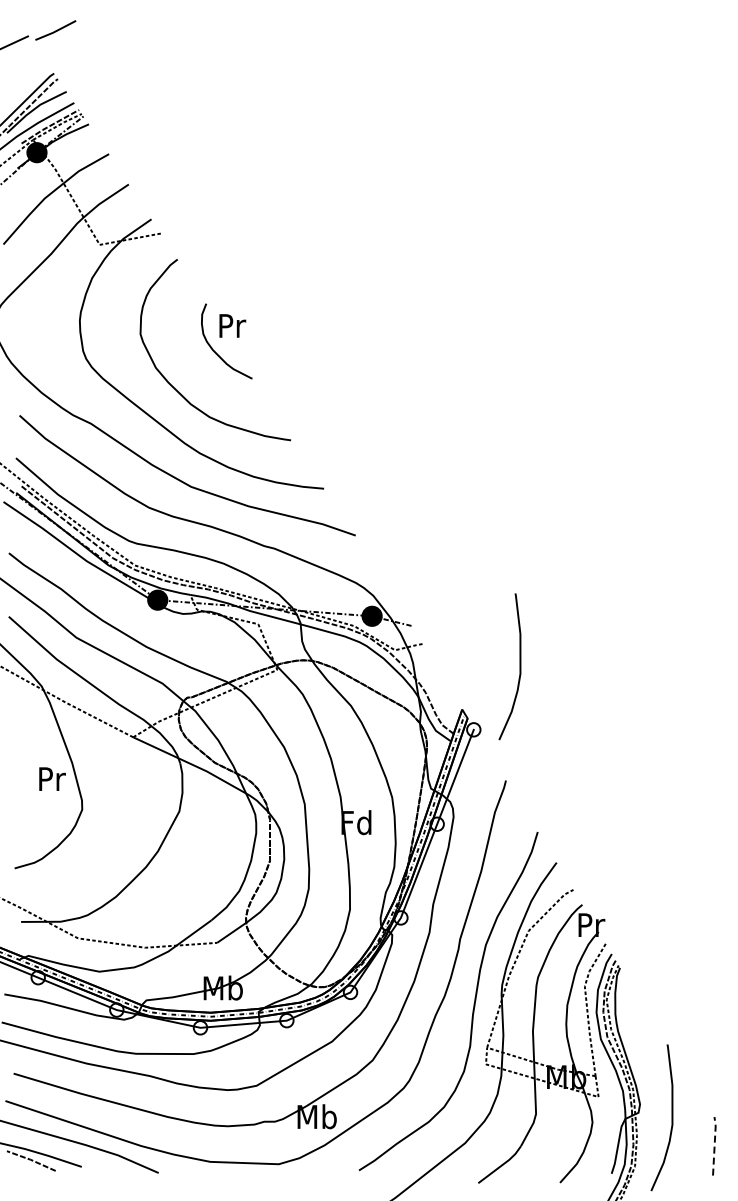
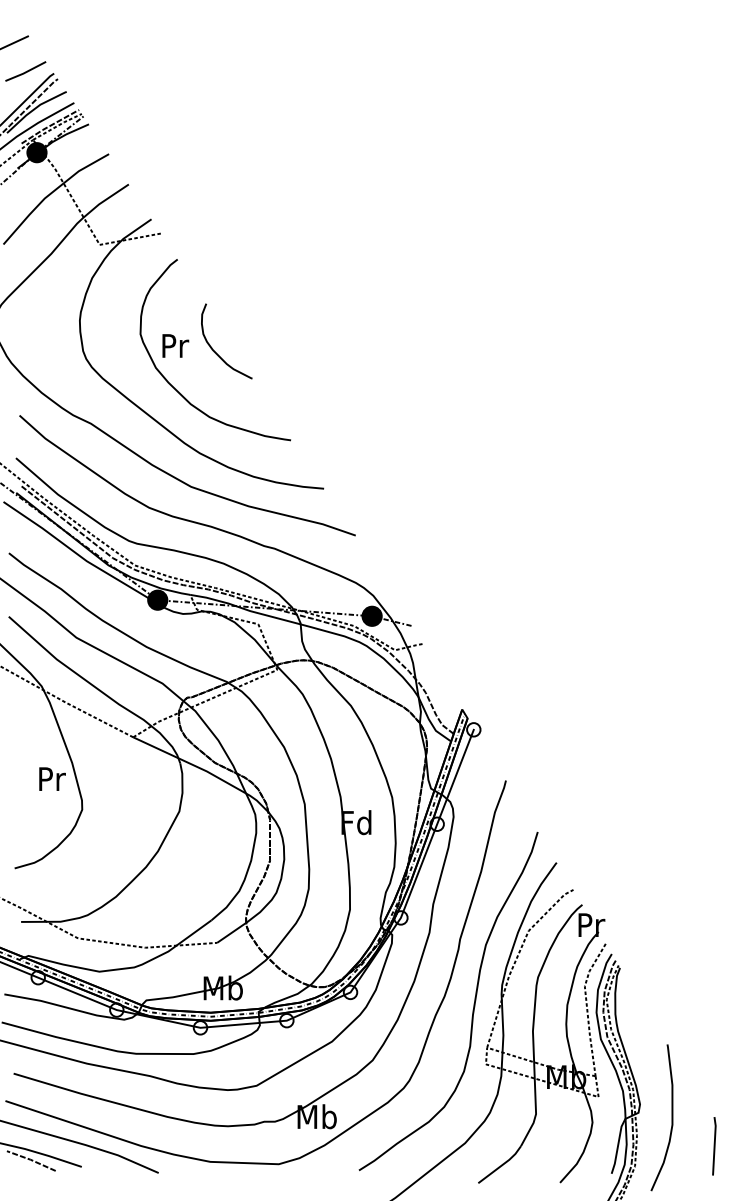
line at (55, 30) position: (55, 30) -> (25, 71)
text at (232, 325) position: (232, 325) -> (175, 345)
curve at (519, 666): present -> none
line at (714, 1145): dashed -> solid
